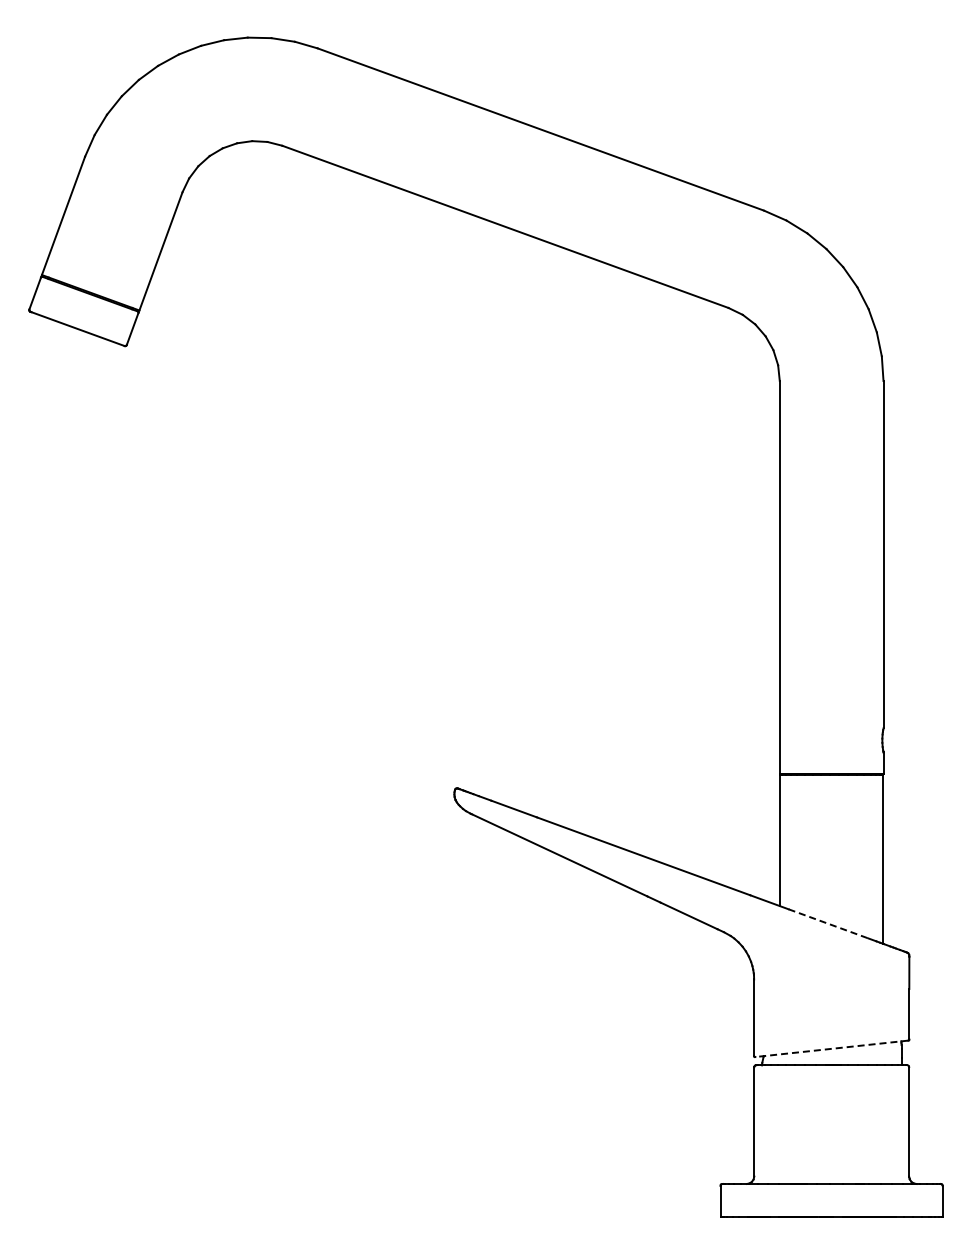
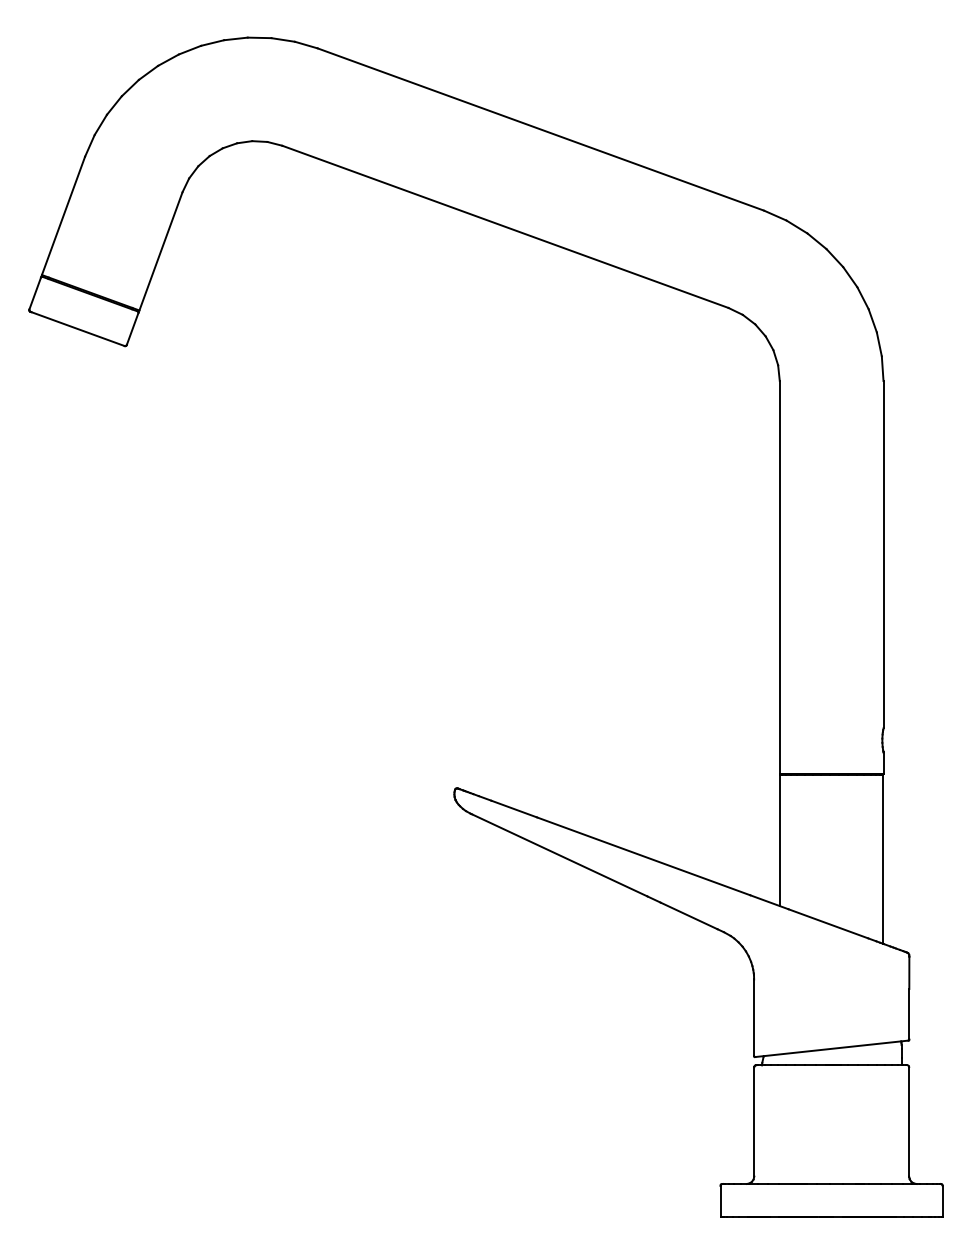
line at (828, 924): dashed -> solid
line at (831, 1048): dashed -> solid
